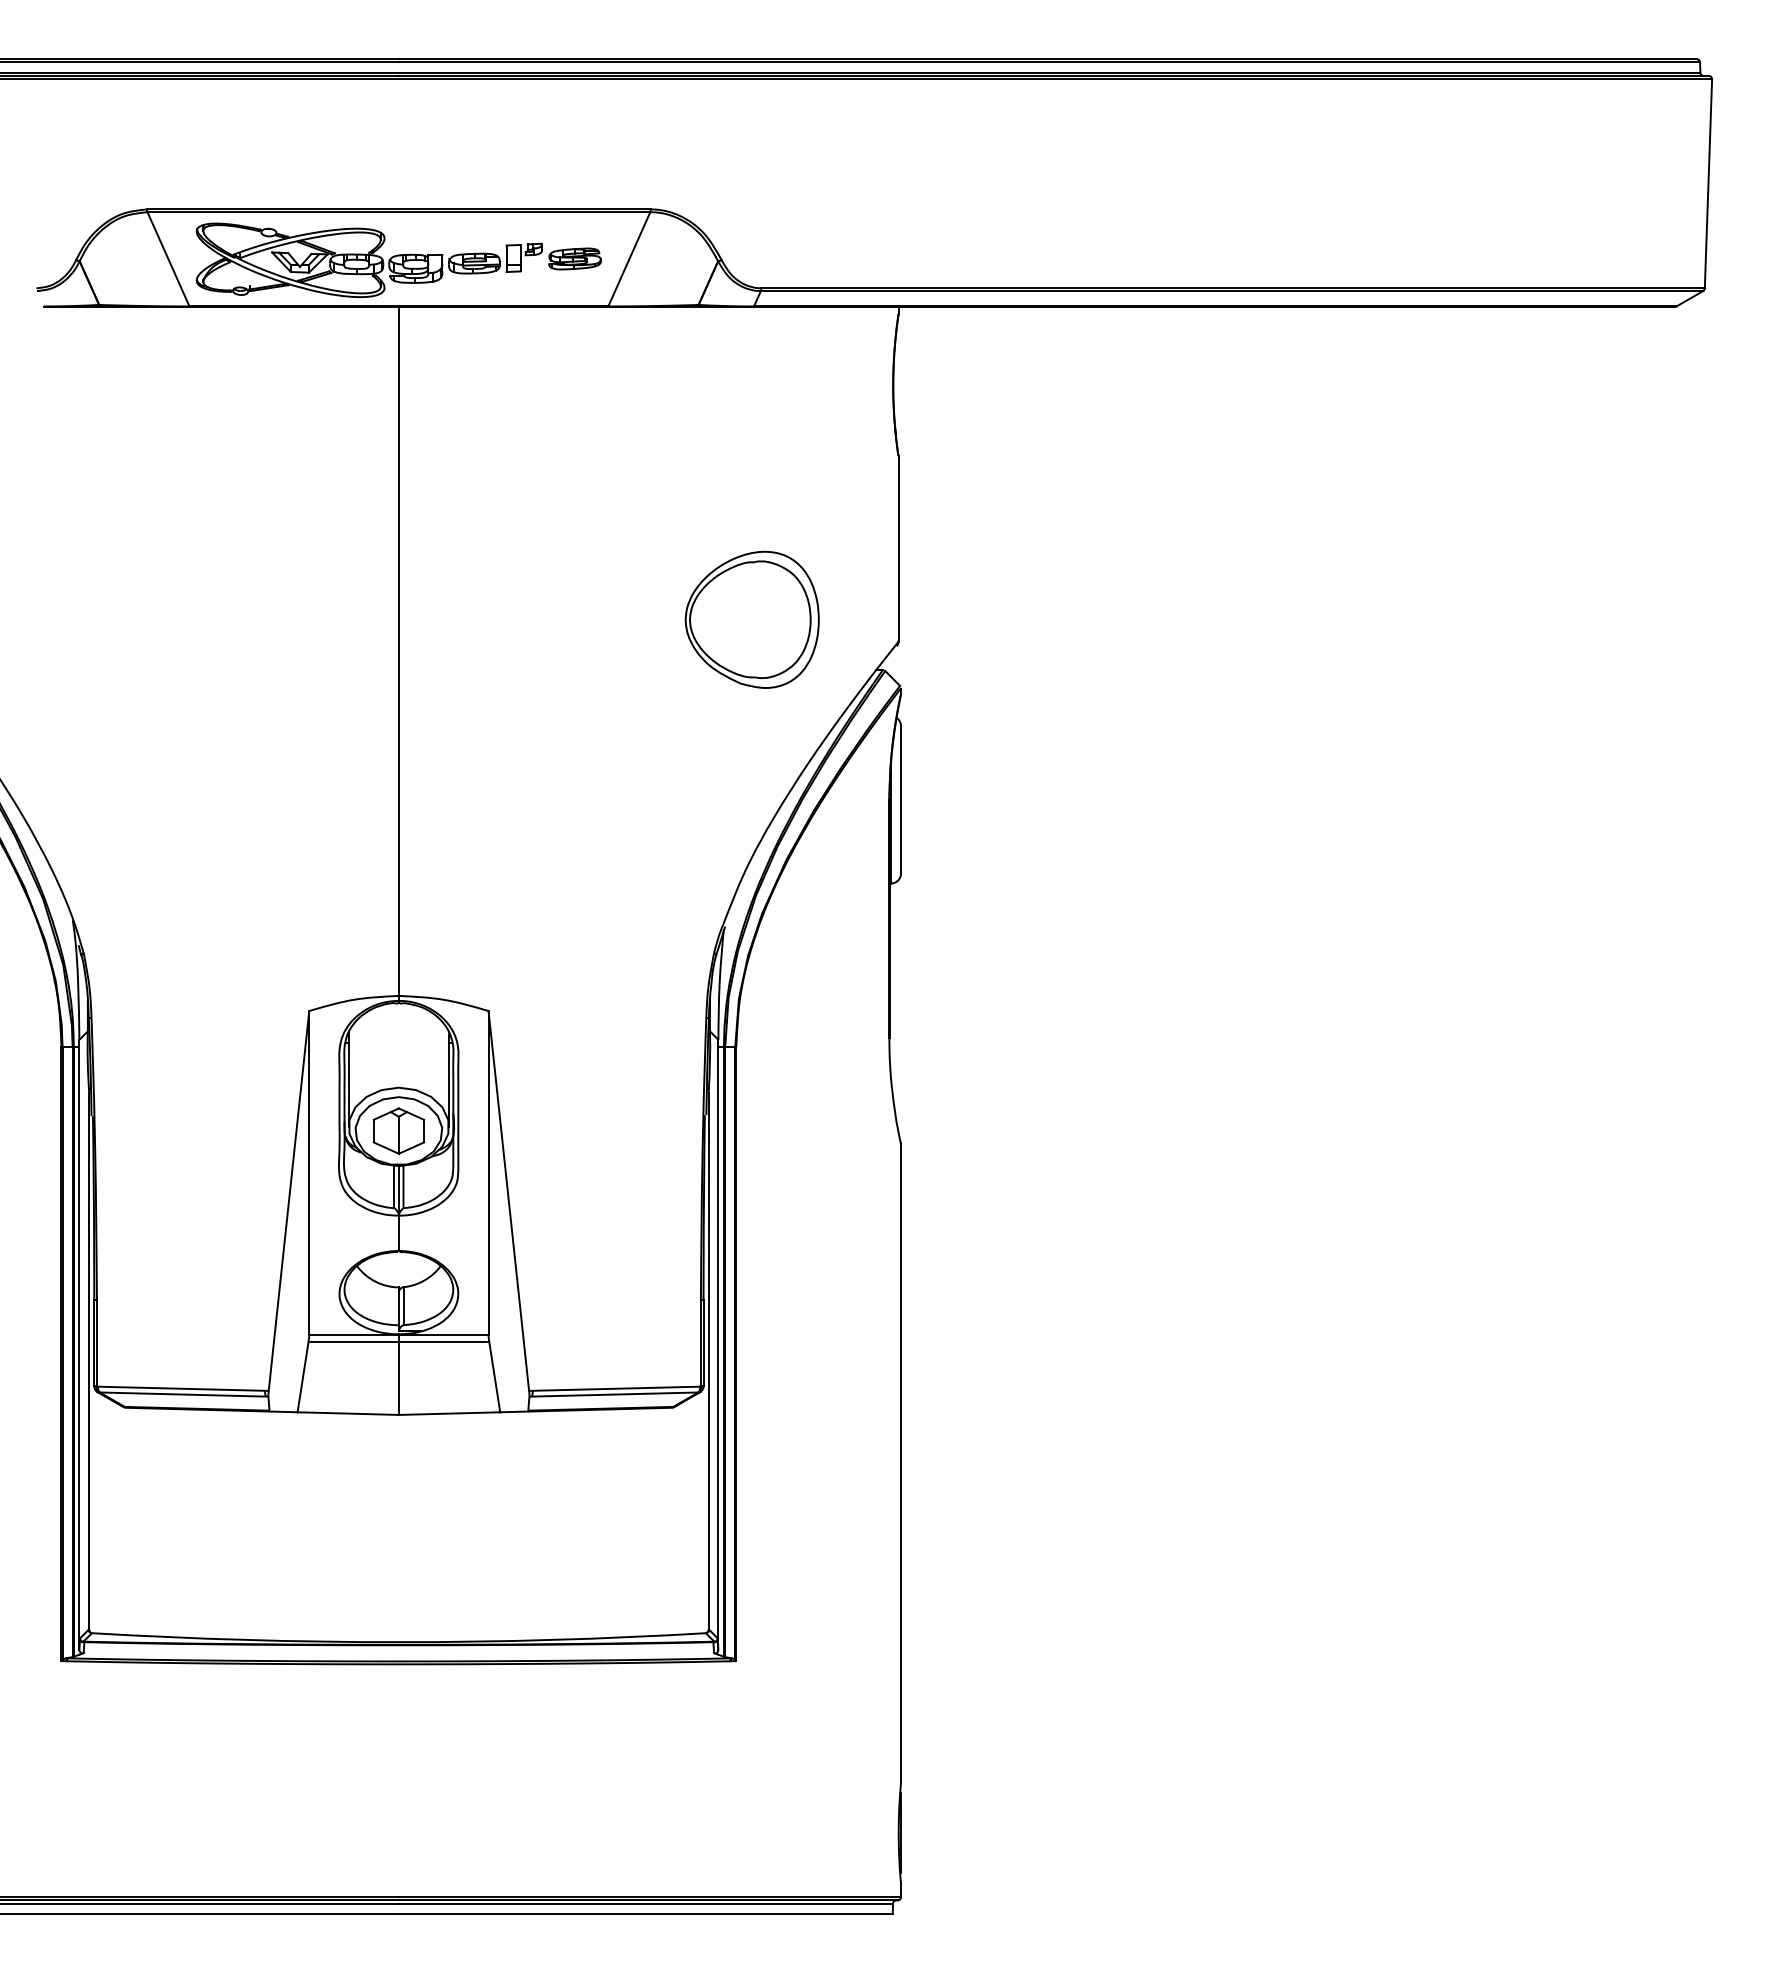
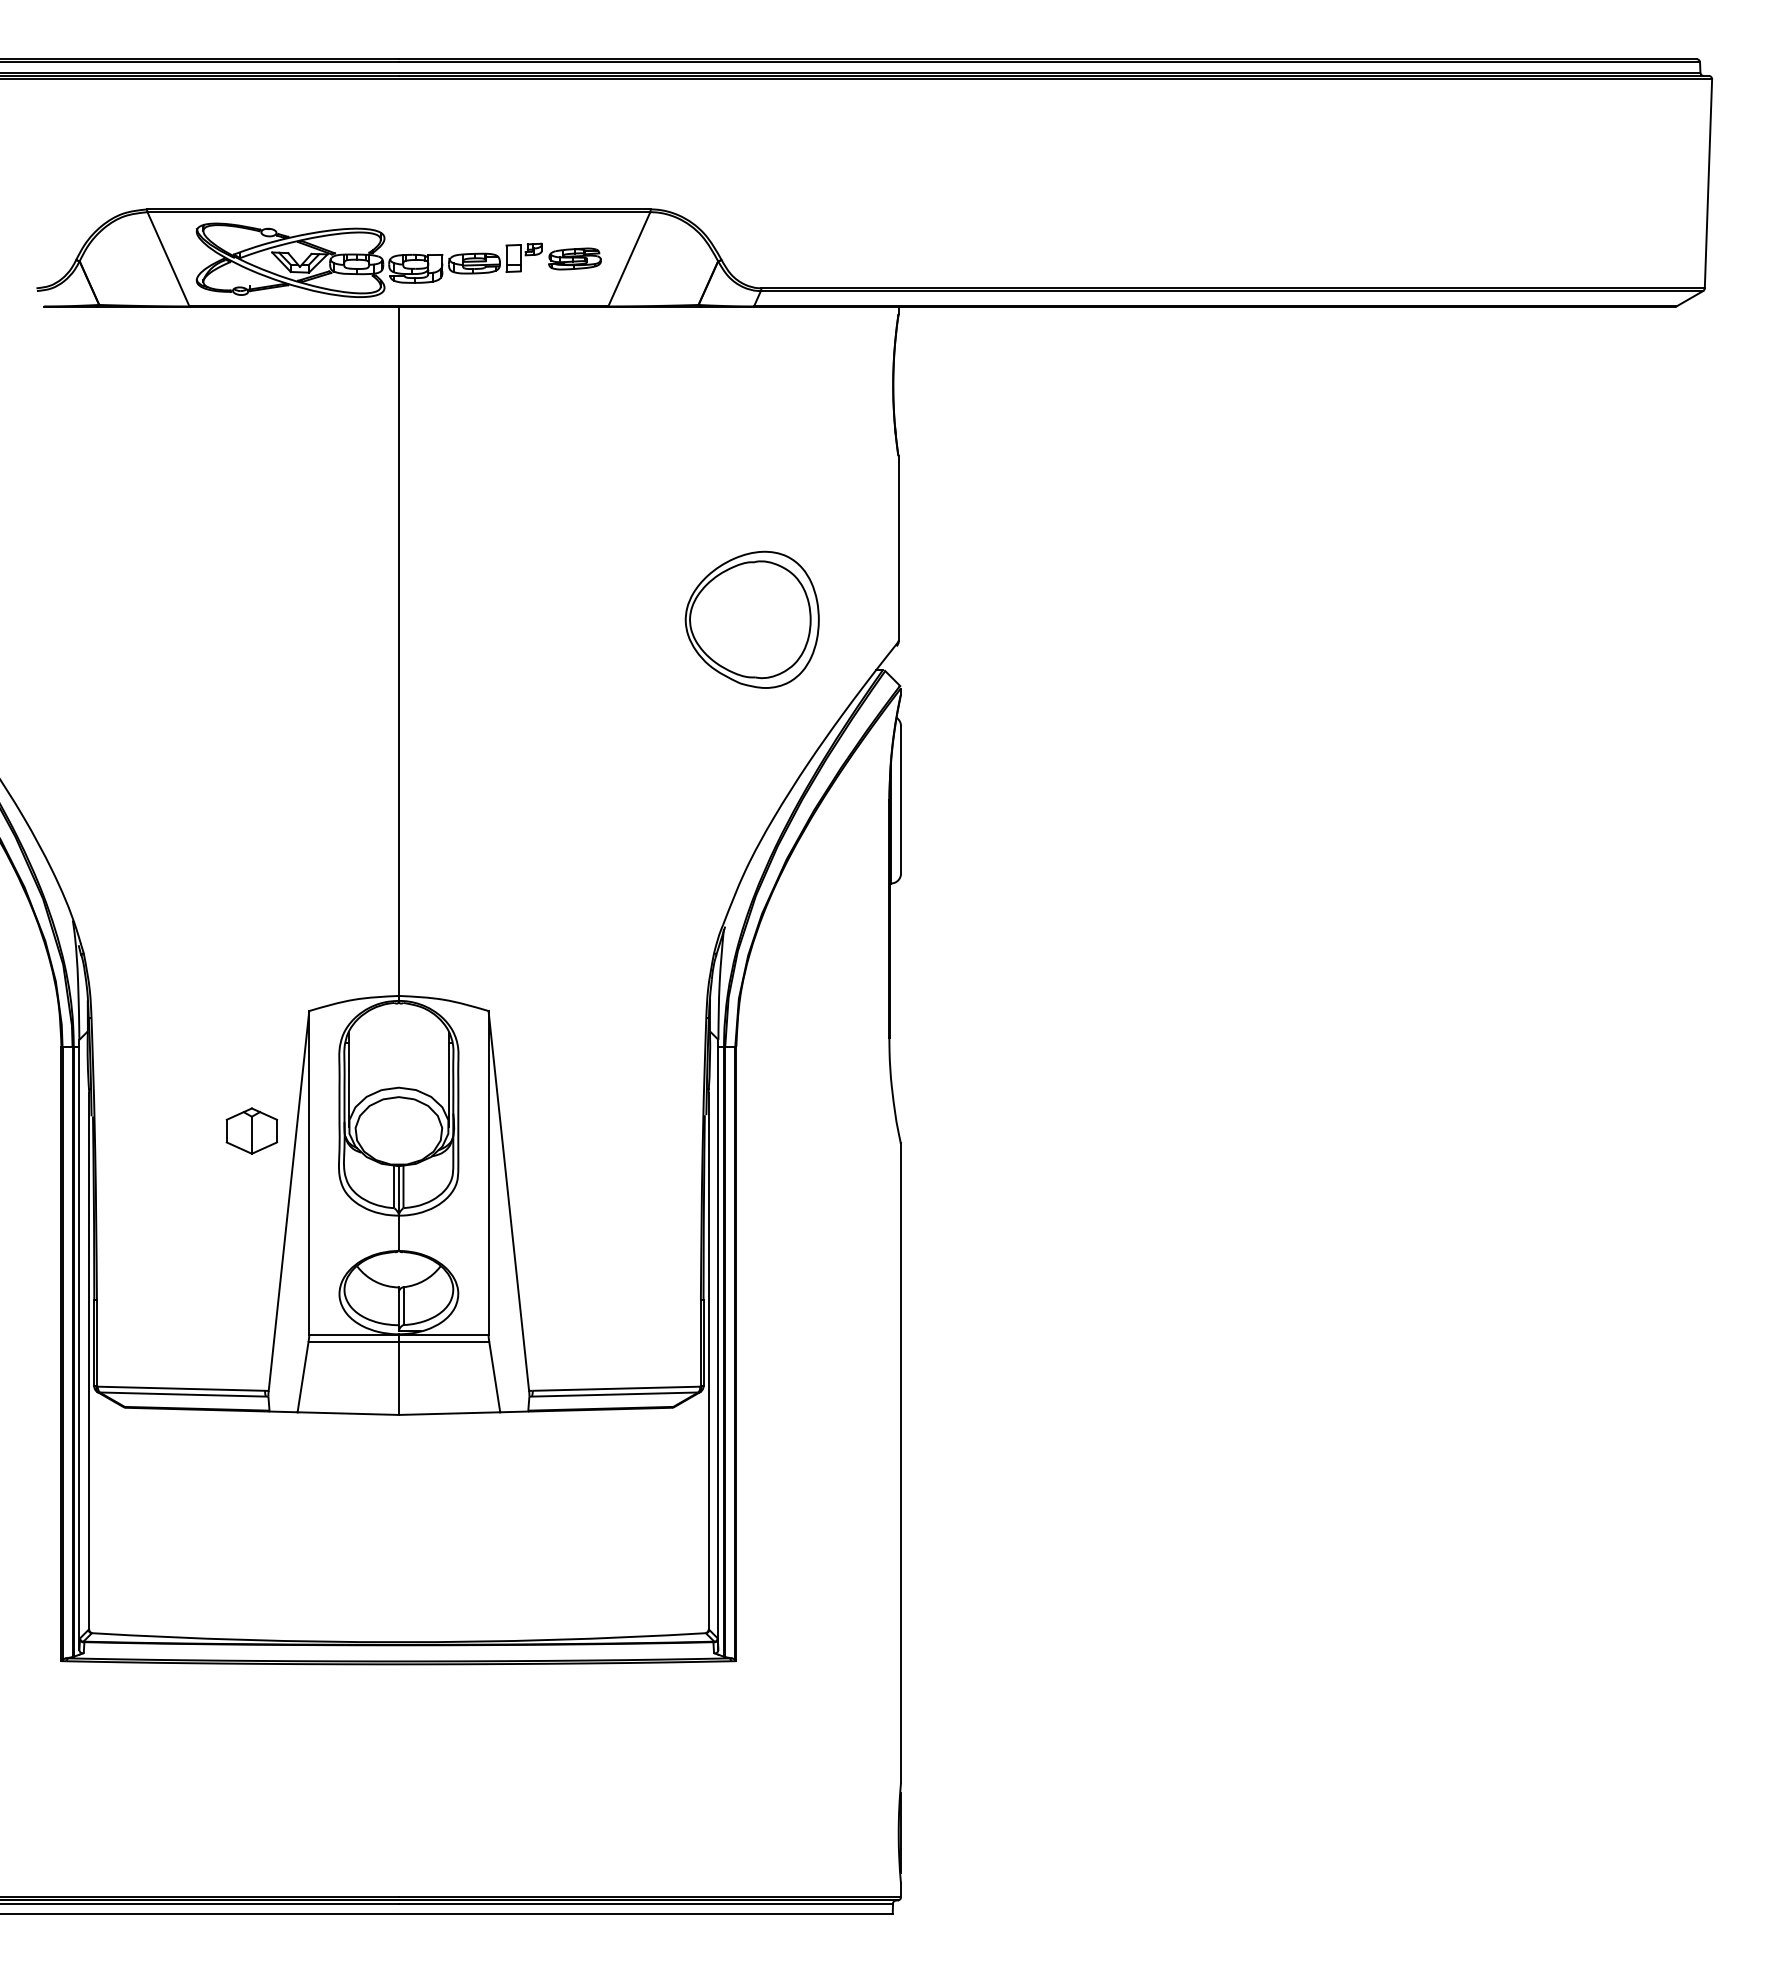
part at (398, 1130) position: (398, 1130) -> (251, 1130)
